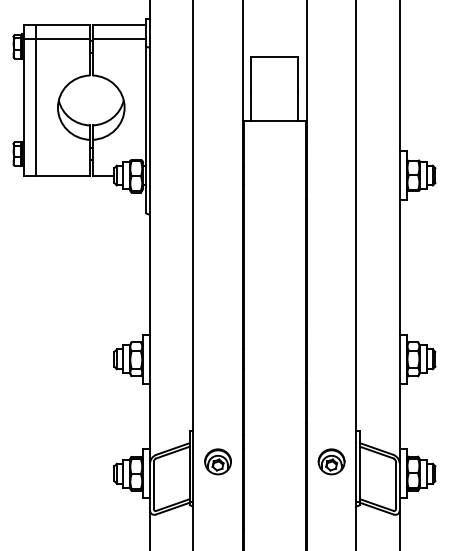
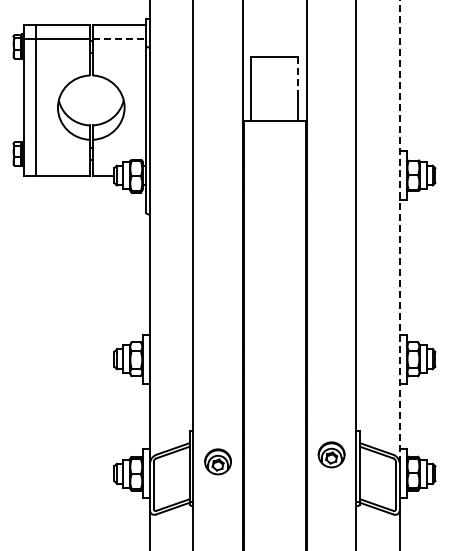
line at (119, 39): solid -> dashed
line at (298, 73): solid -> dashed
line at (399, 231): solid -> dashed
part at (331, 461) position: (331, 461) -> (331, 454)
